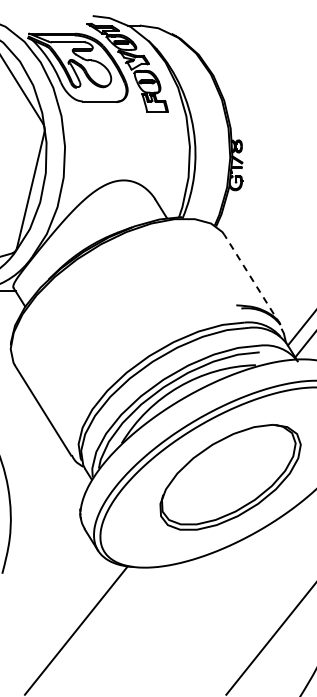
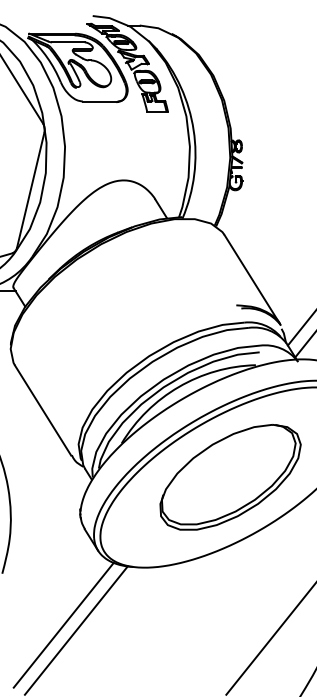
line at (252, 279): dashed -> solid
line at (63, 624): none -> present
